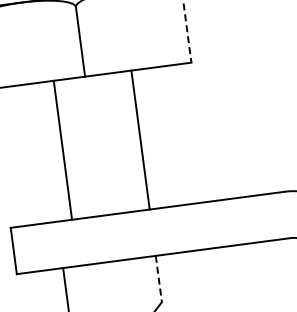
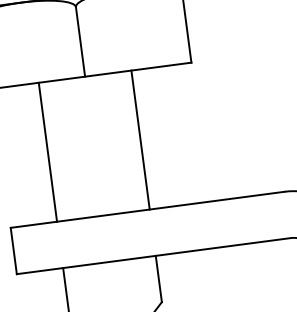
line at (187, 32): dashed -> solid
line at (62, 149) position: (62, 149) -> (47, 151)
line at (158, 279): dashed -> solid
